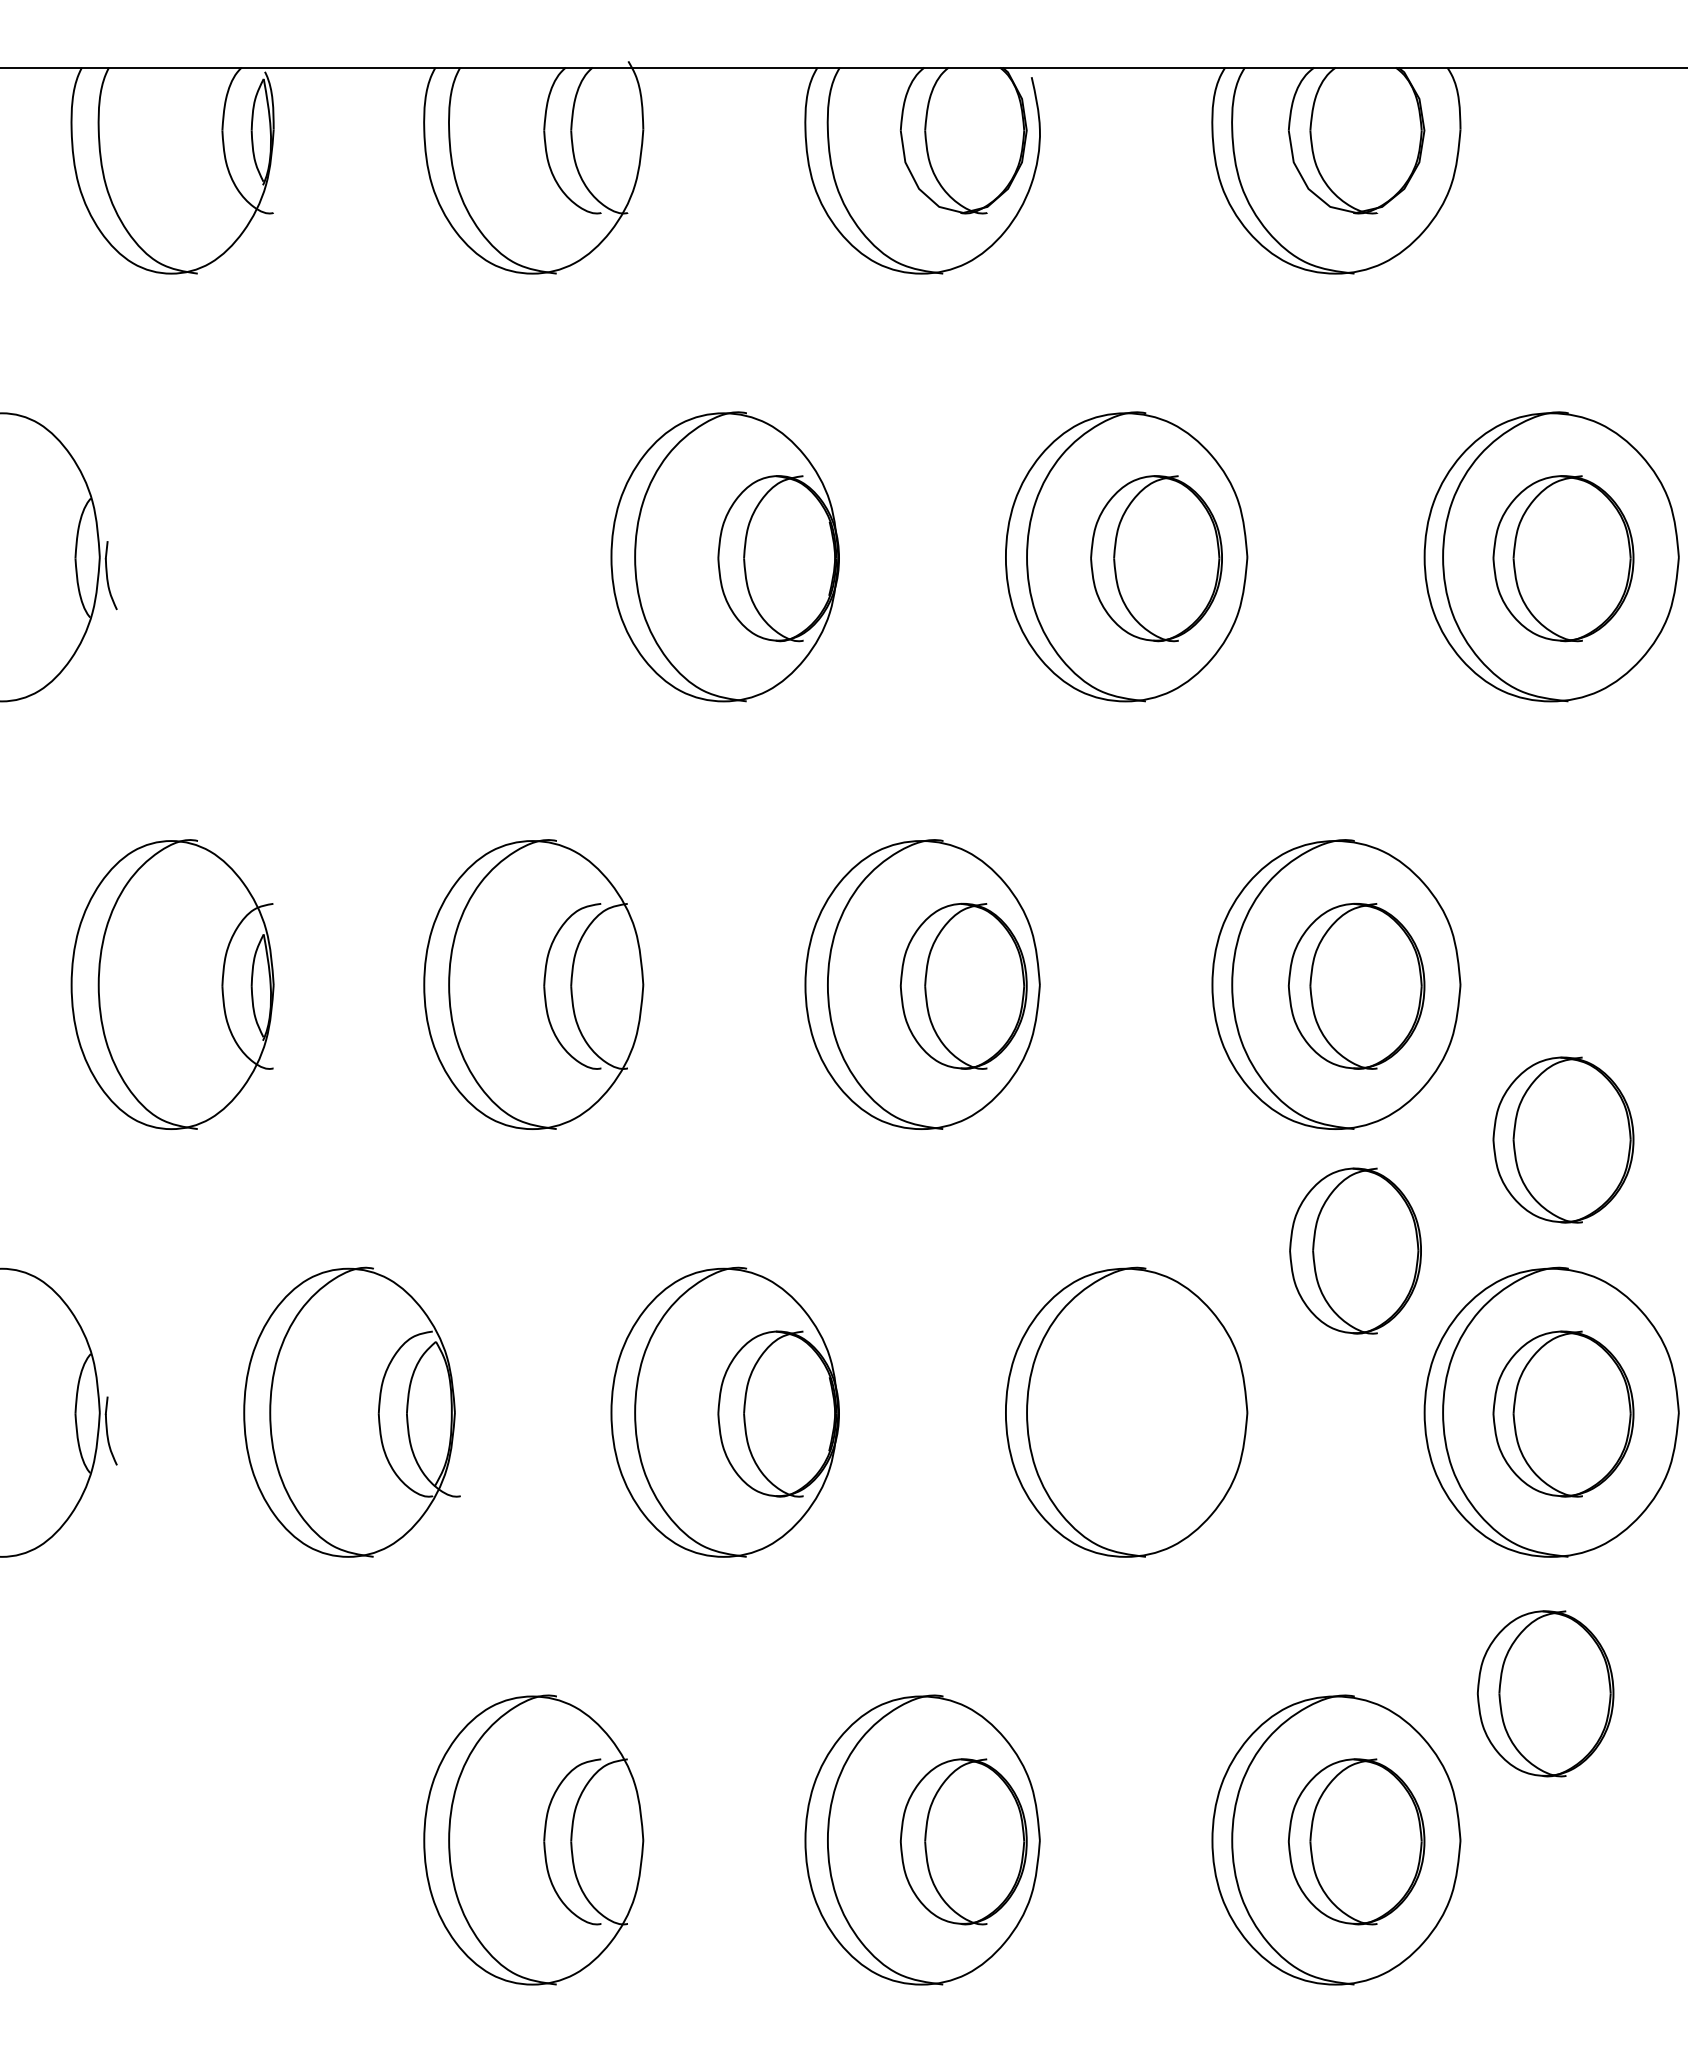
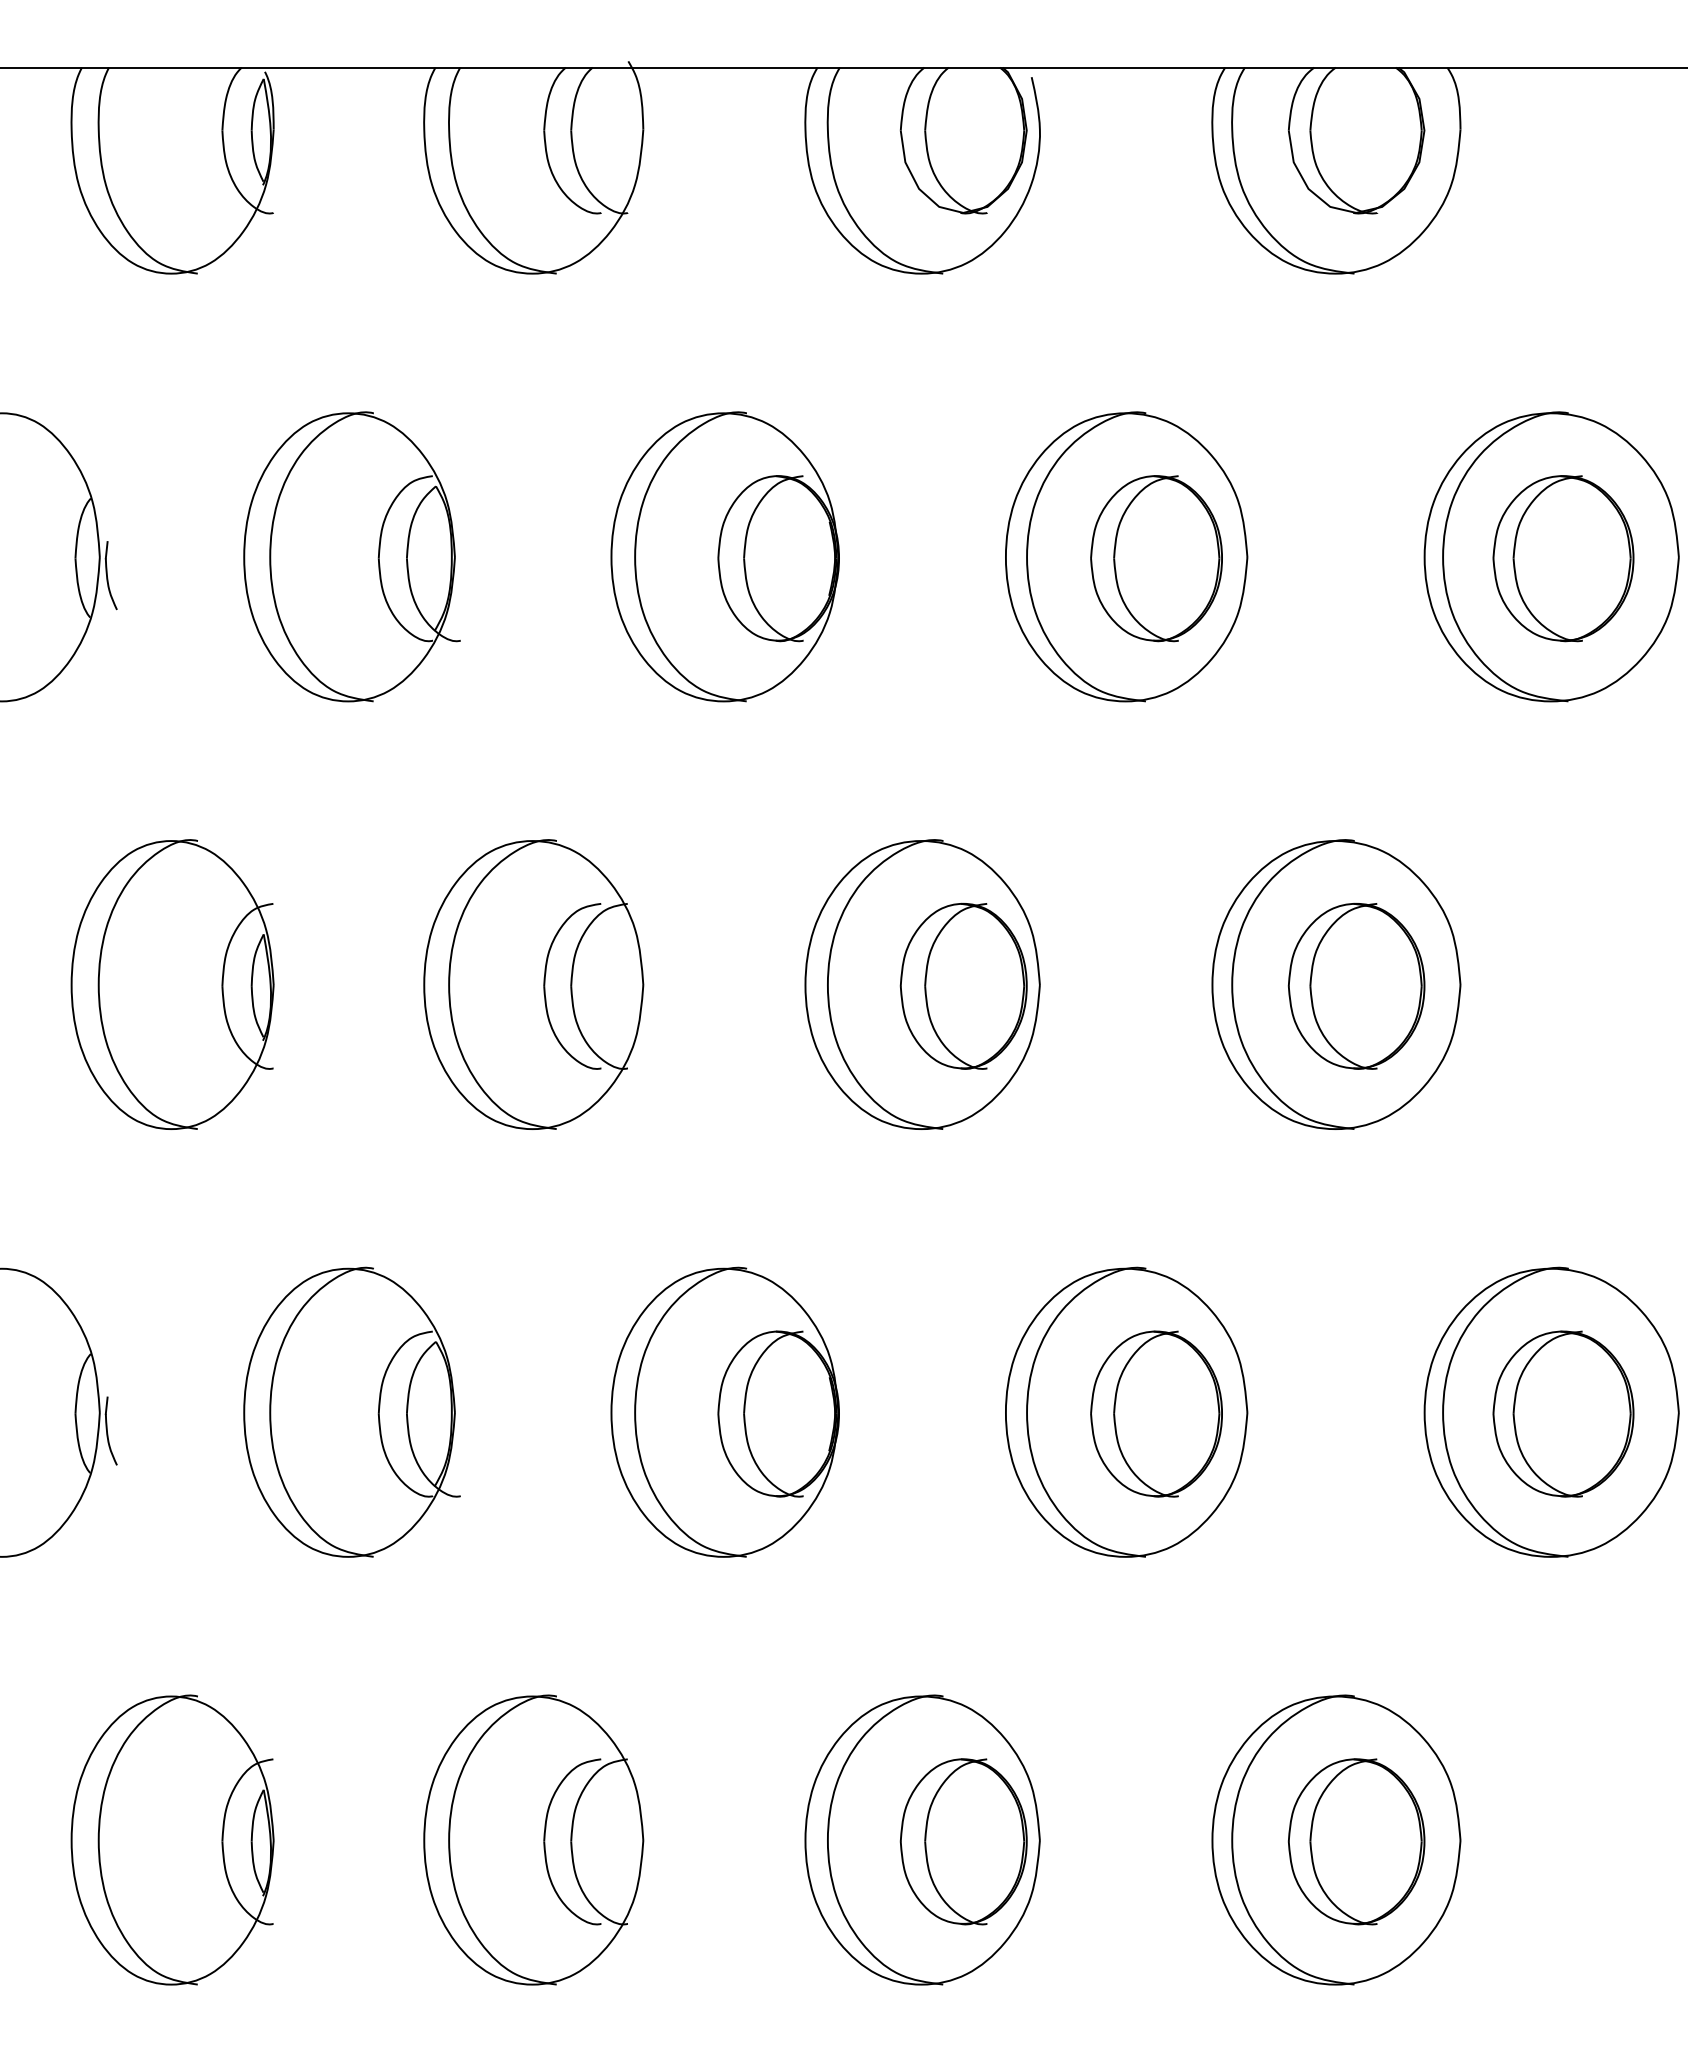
part at (351, 556): none -> present
part at (1563, 1139): present -> none
part at (1355, 1250) position: (1355, 1250) -> (1156, 1413)
part at (1545, 1693): present -> none
part at (172, 1839): none -> present
